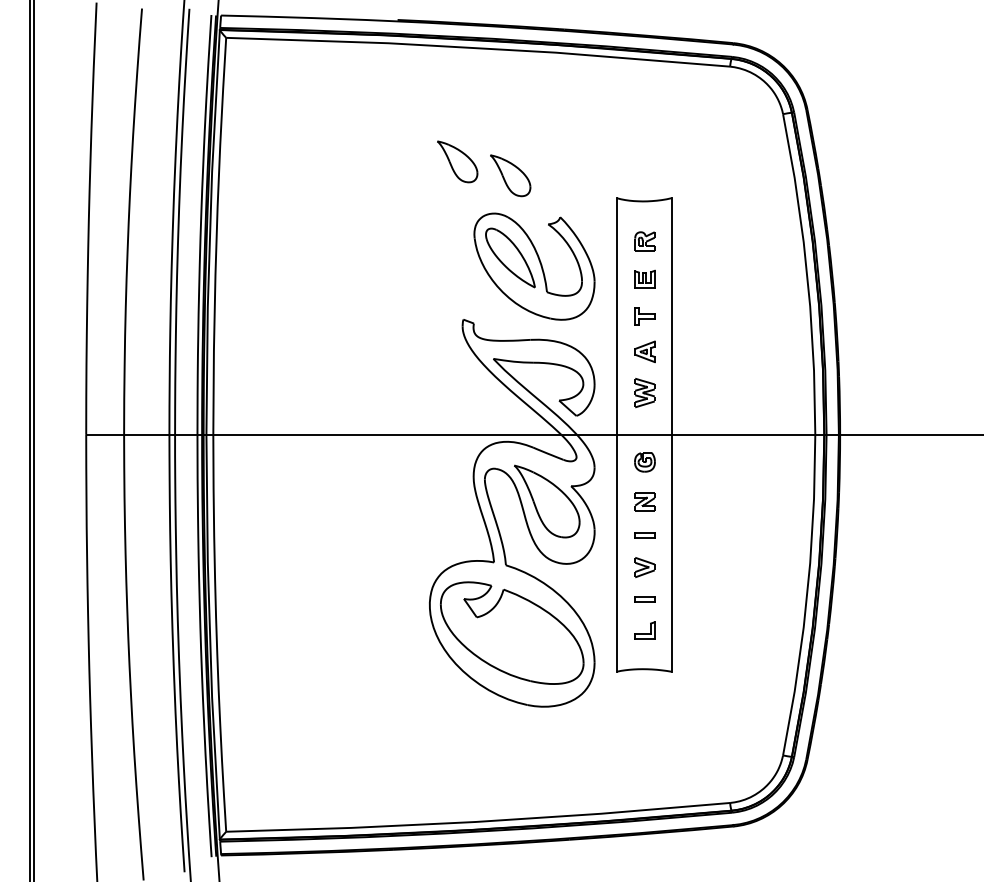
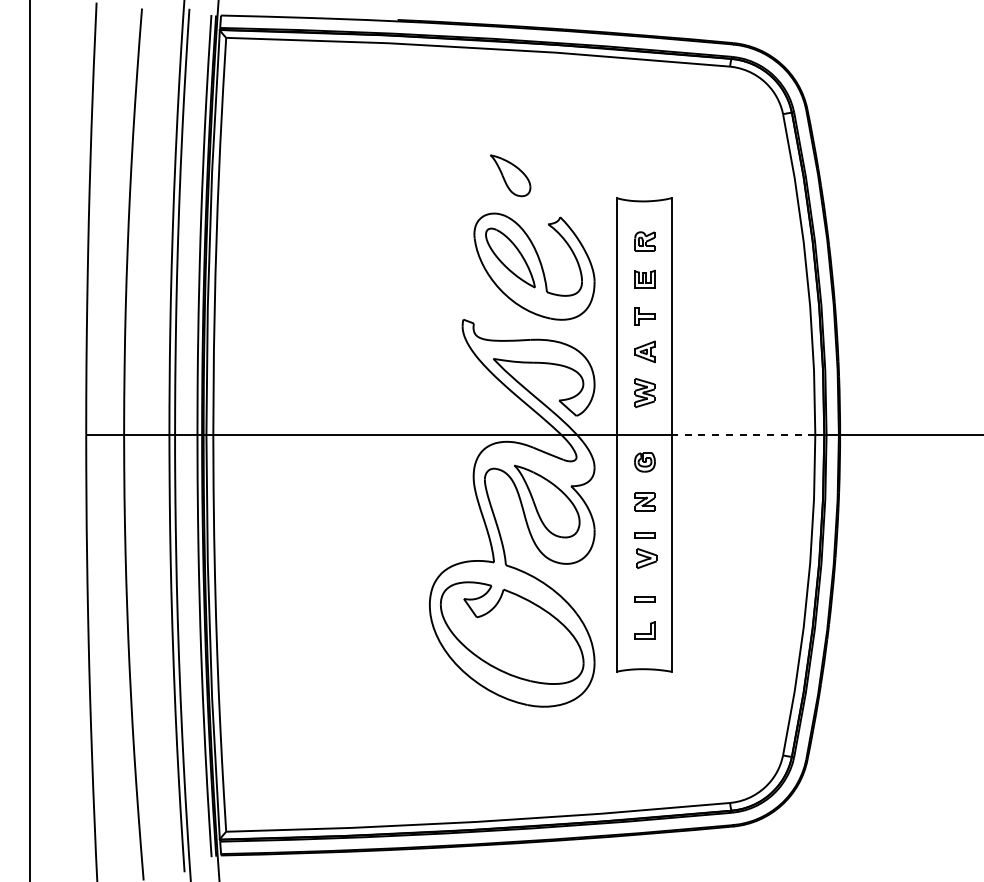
part at (457, 161): present -> none
line at (743, 434): solid -> dashed
line at (34, 440): present -> none
part at (644, 567) position: (644, 567) -> (646, 558)
